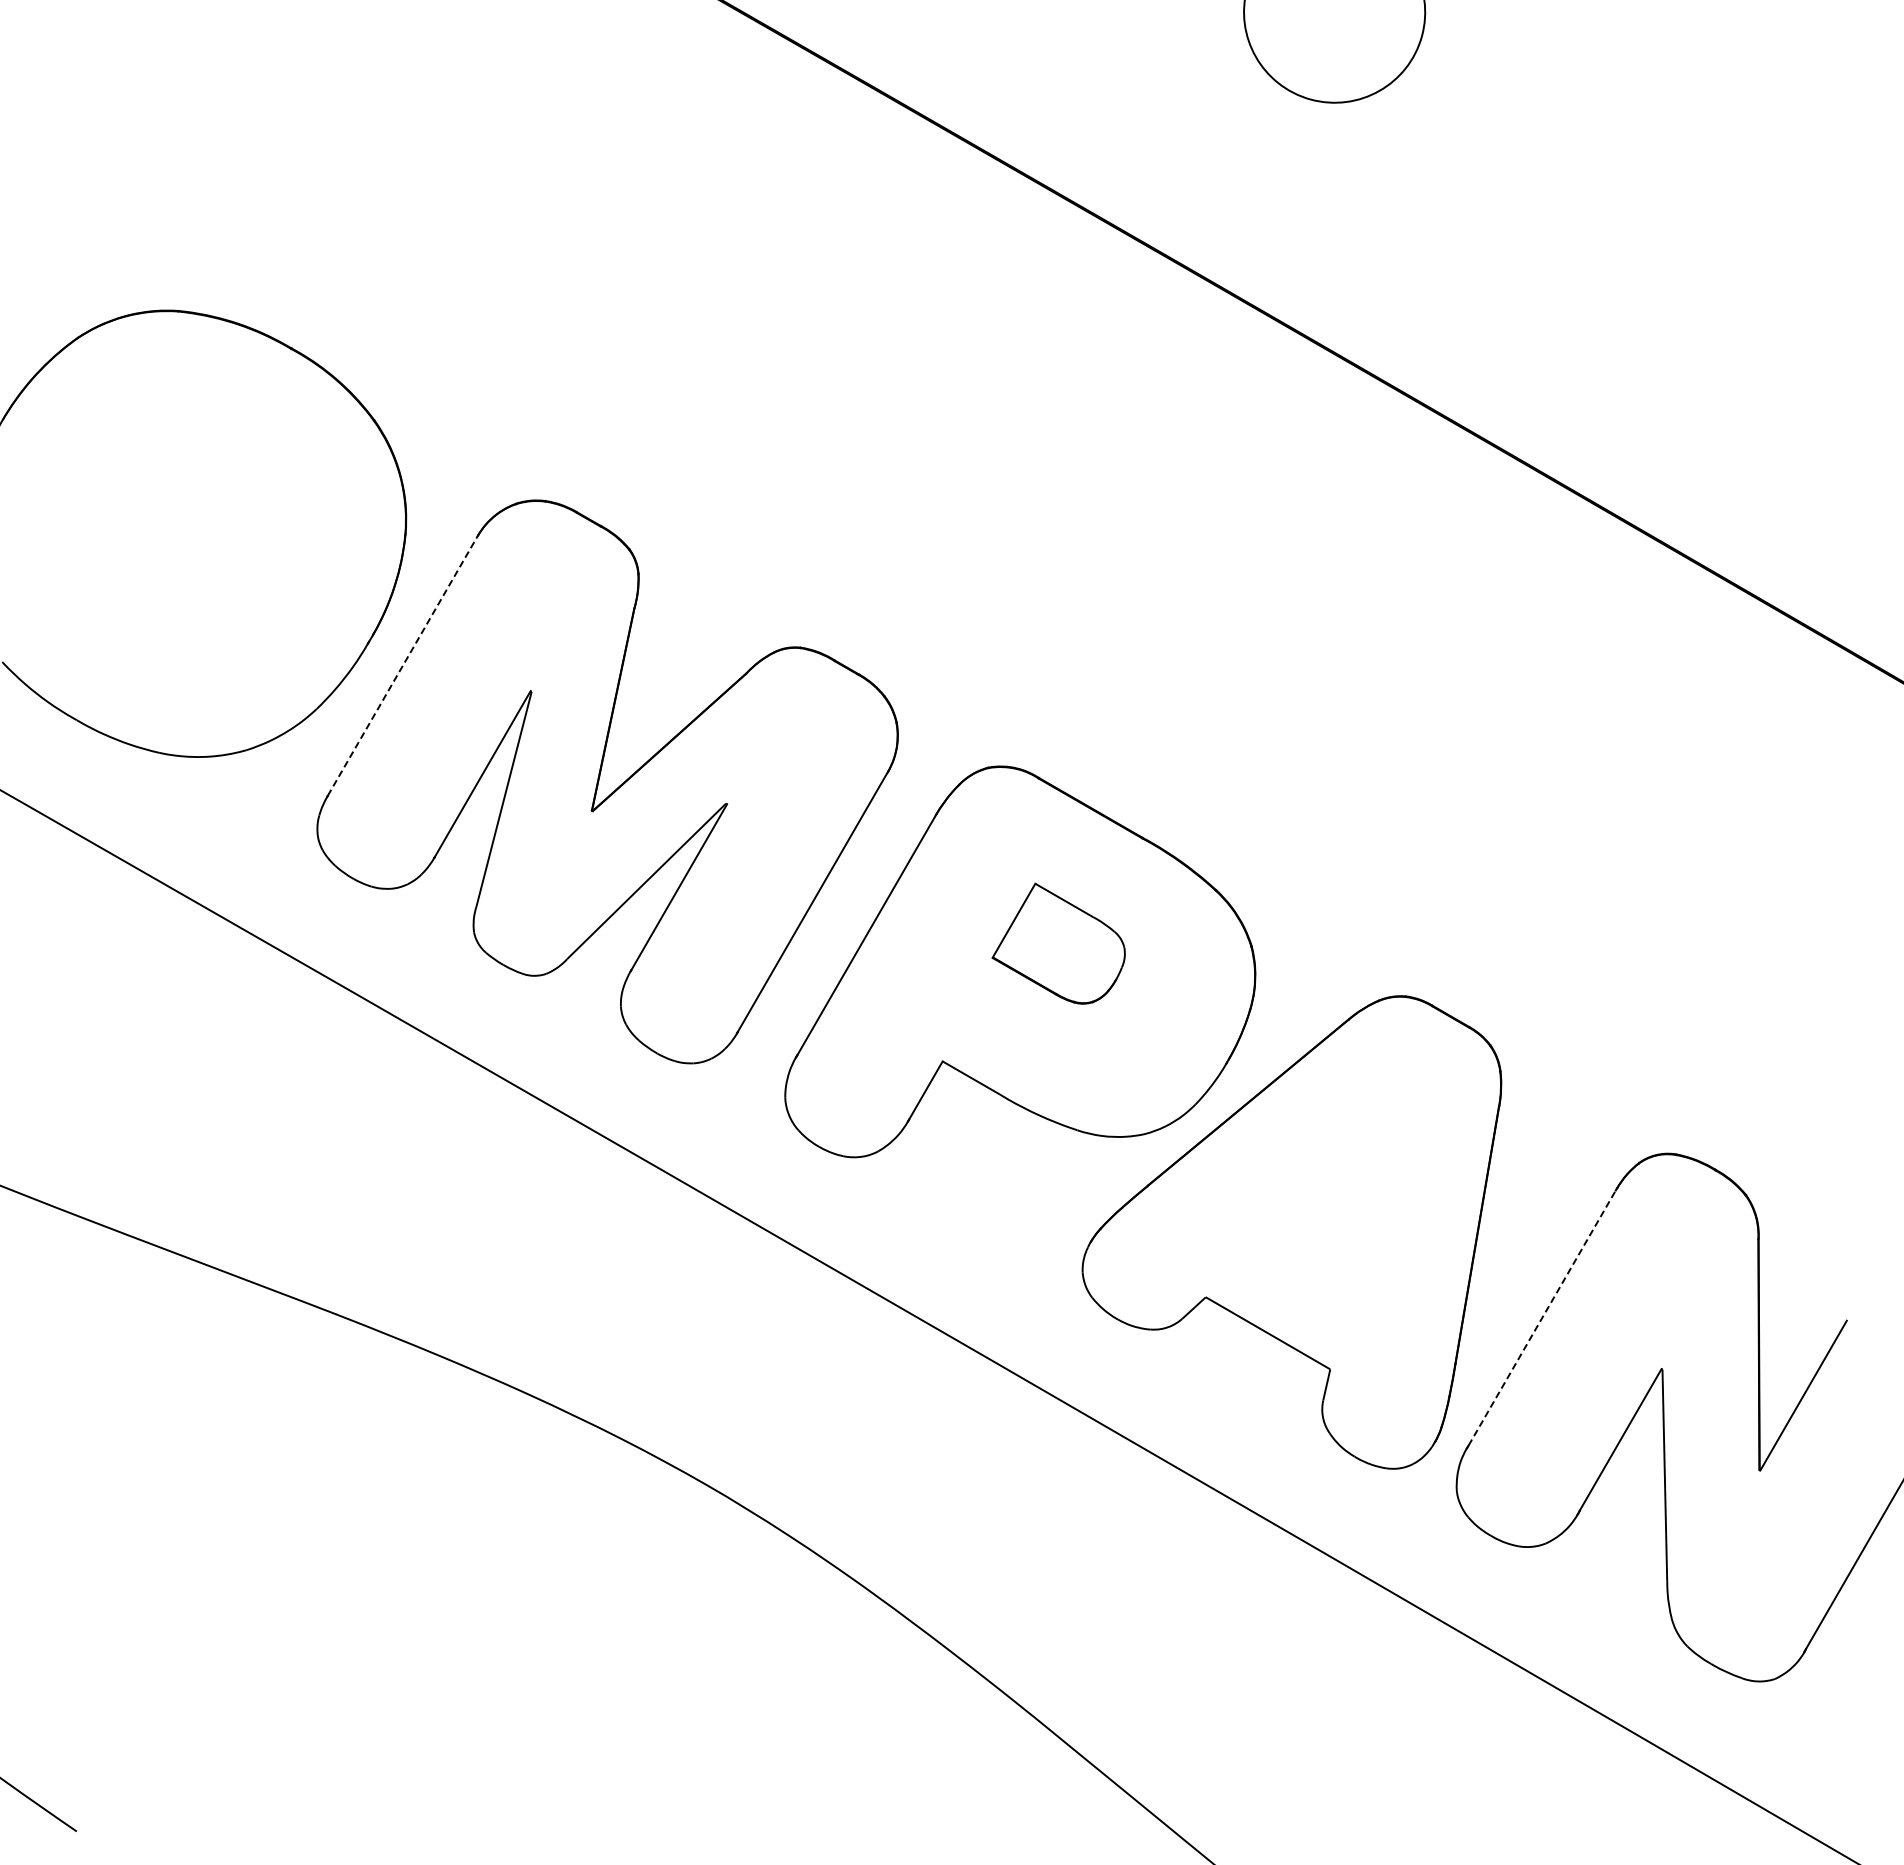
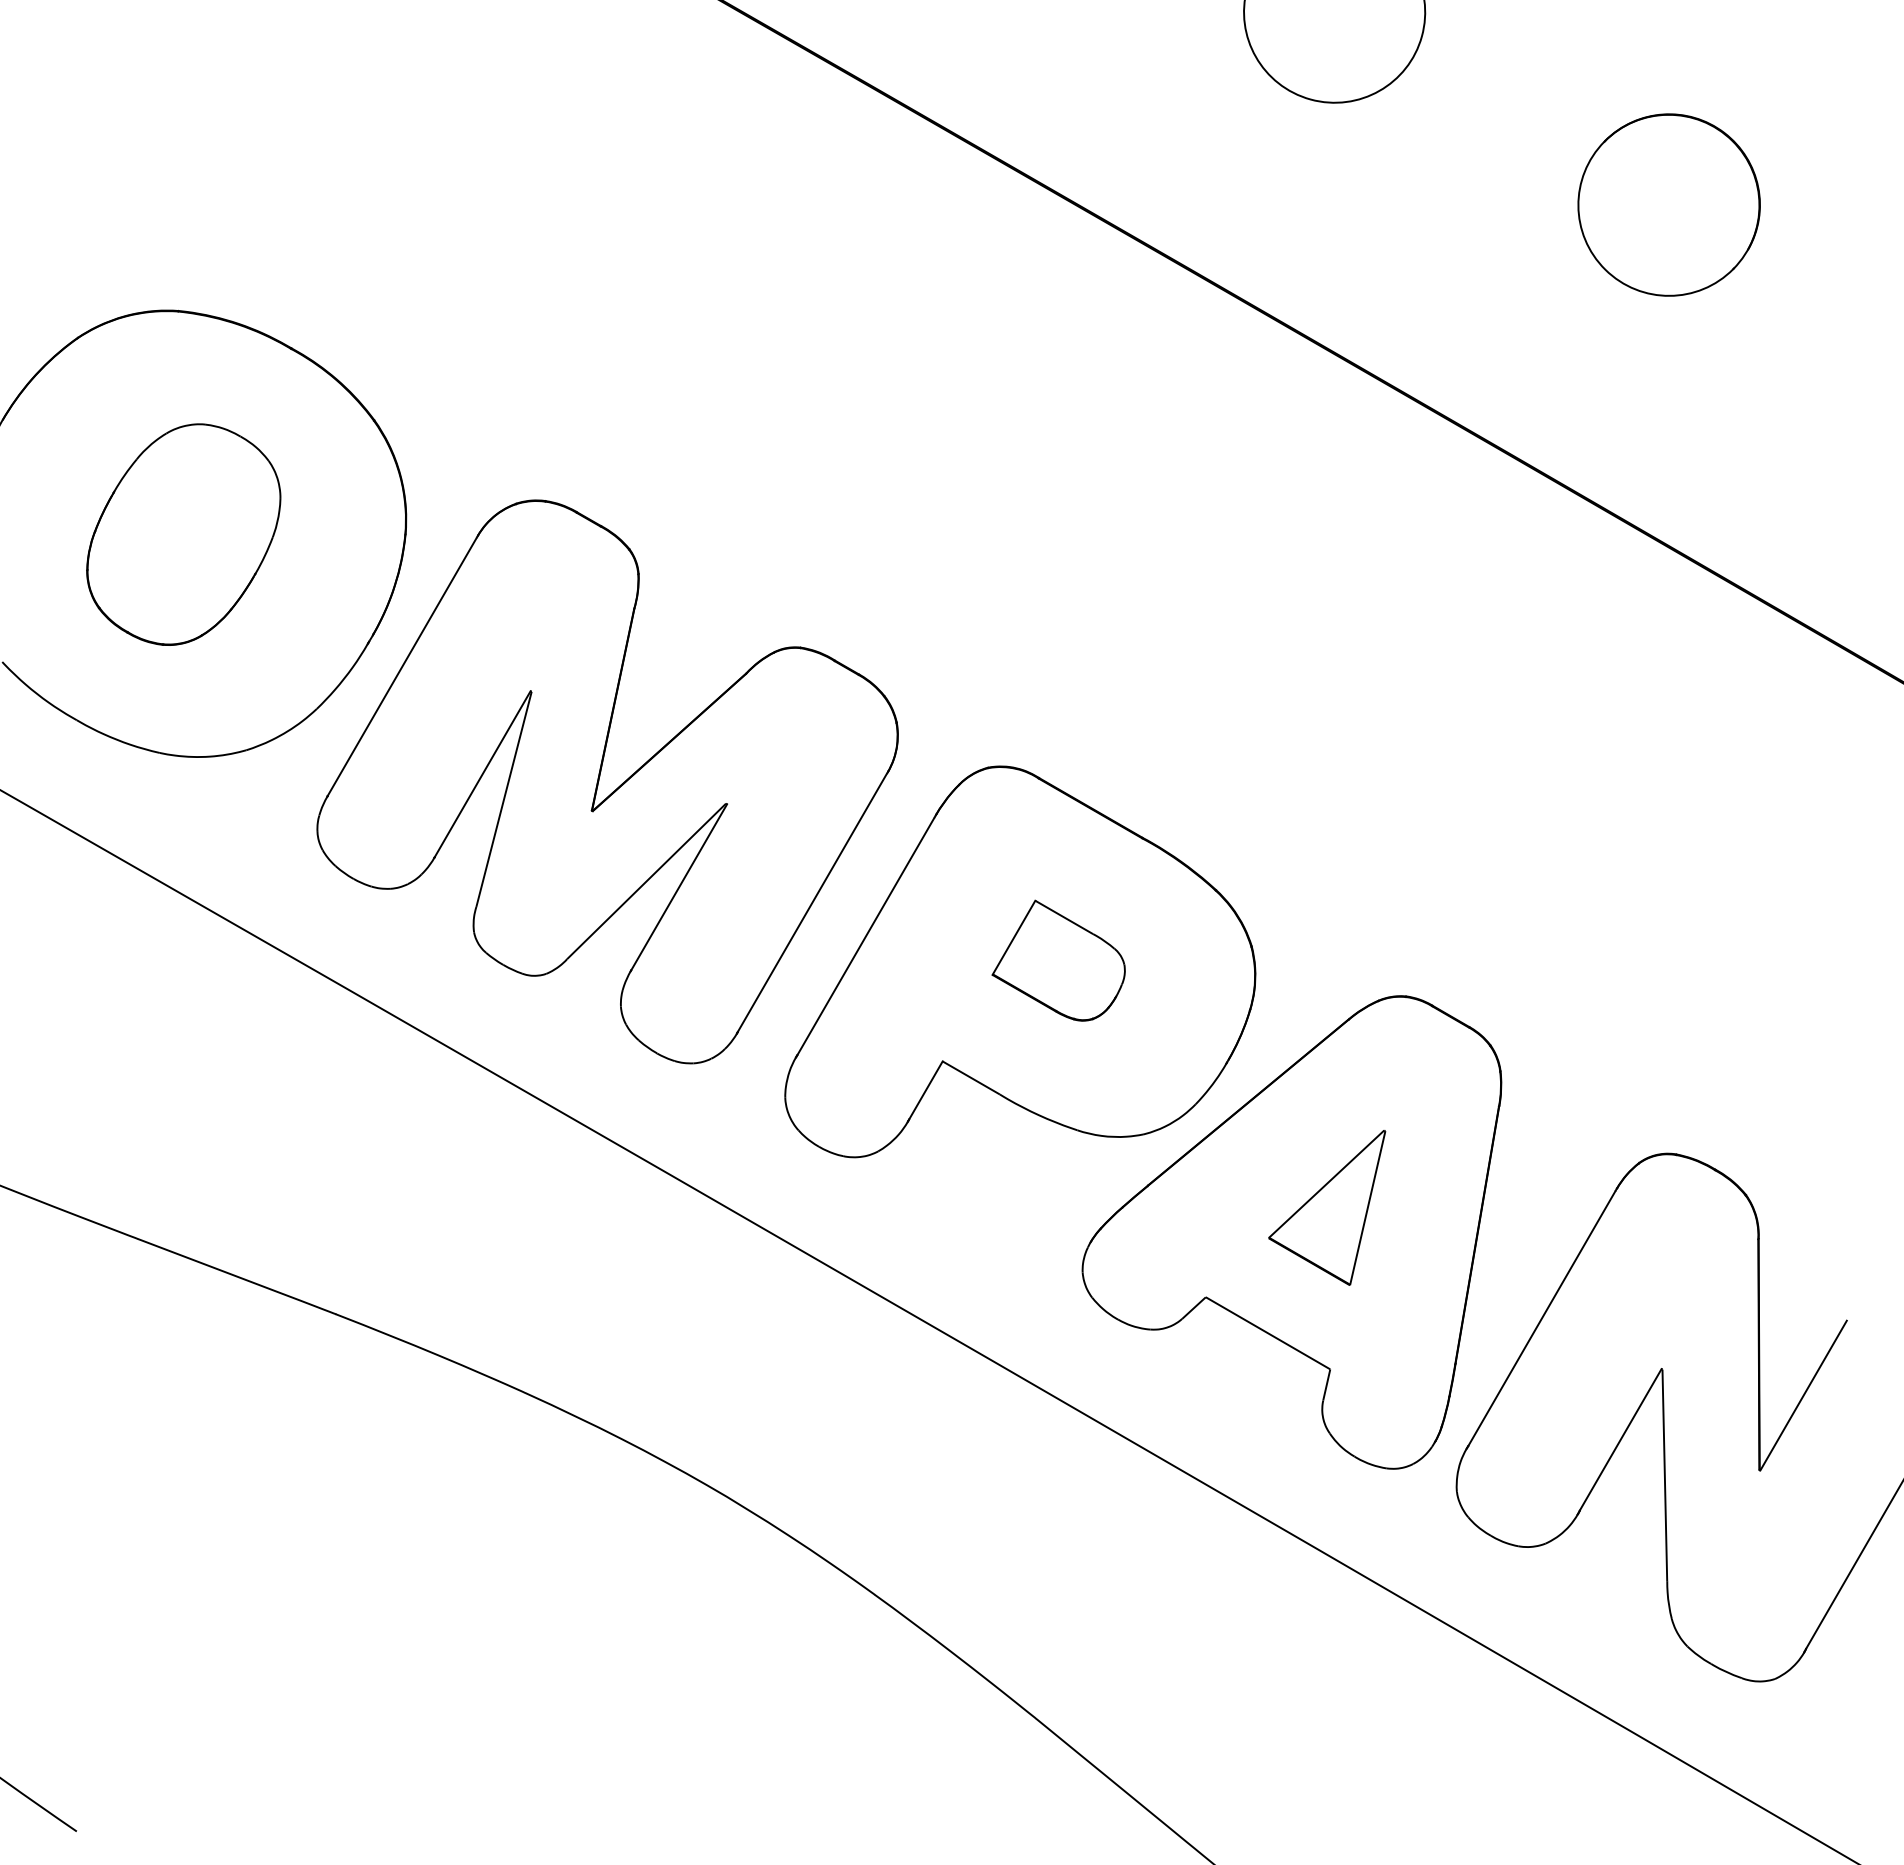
part at (1668, 204): none -> present
part at (183, 534): none -> present
line at (402, 666): dashed -> solid
part at (1058, 943) position: (1058, 943) -> (1058, 960)
part at (1327, 1207): none -> present
line at (1541, 1318): dashed -> solid
